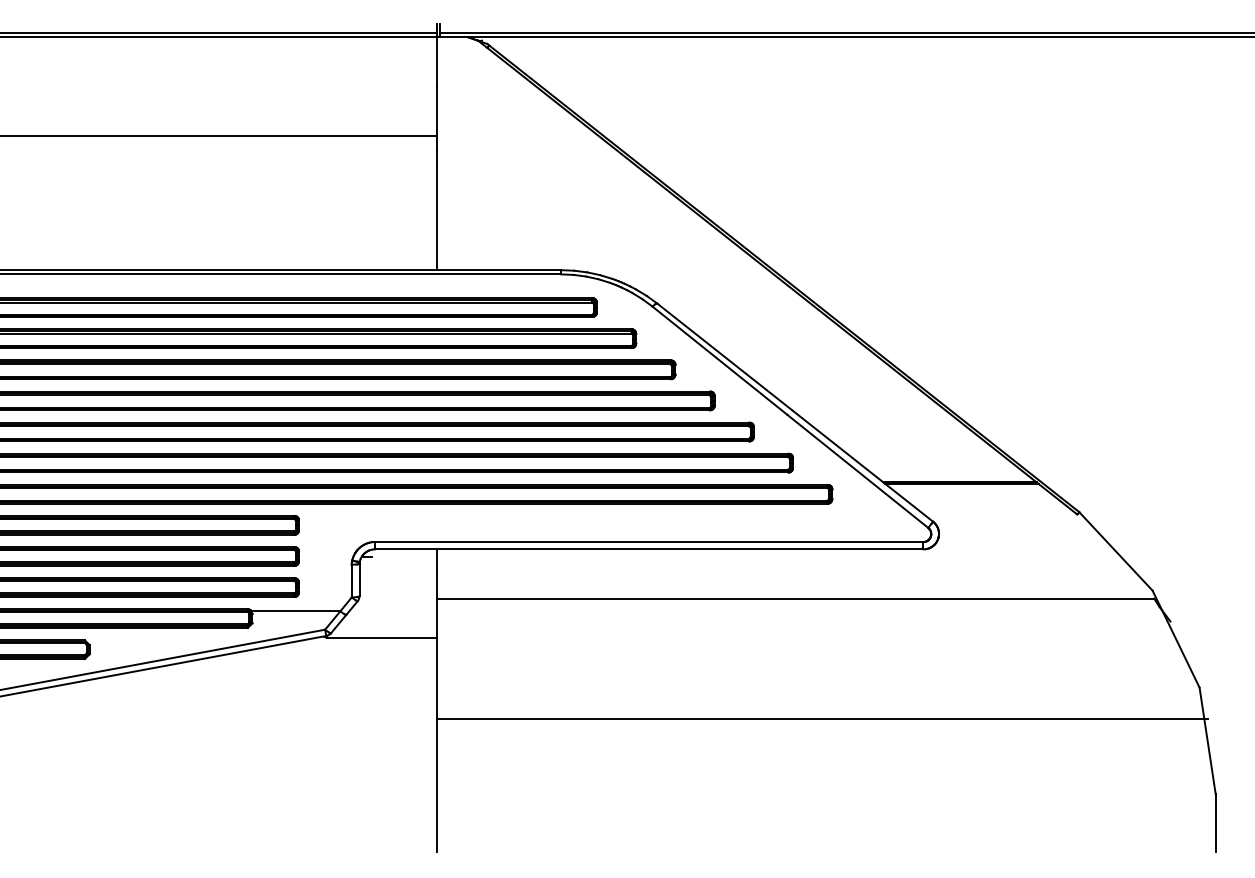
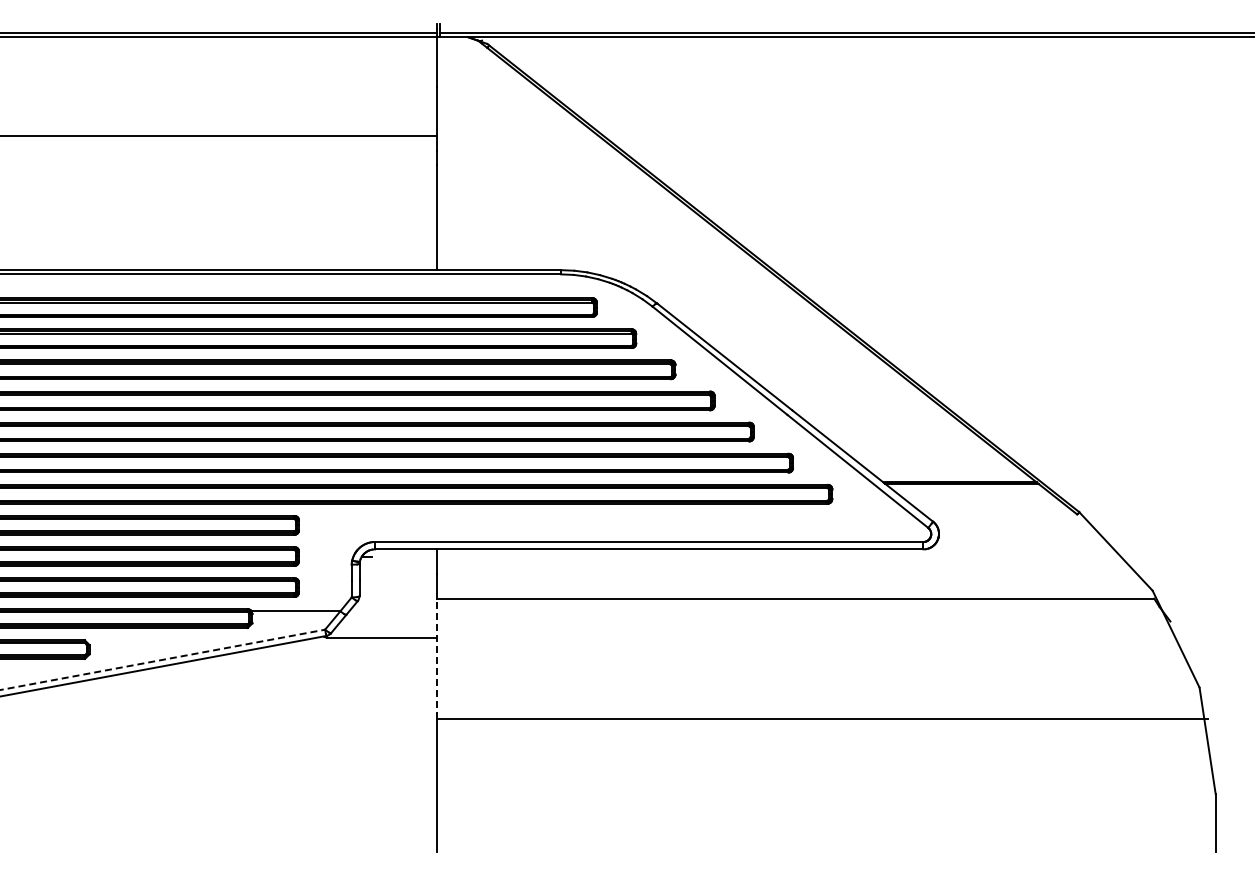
line at (437, 658): solid -> dashed
line at (162, 659): solid -> dashed
